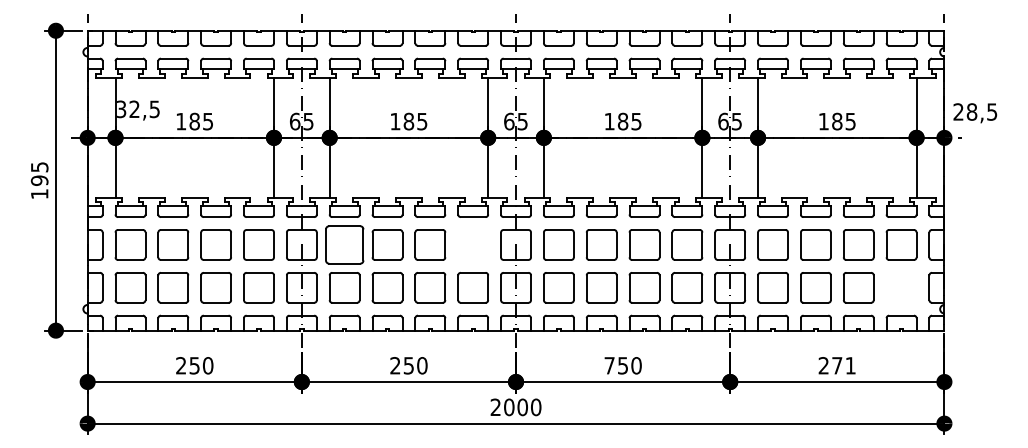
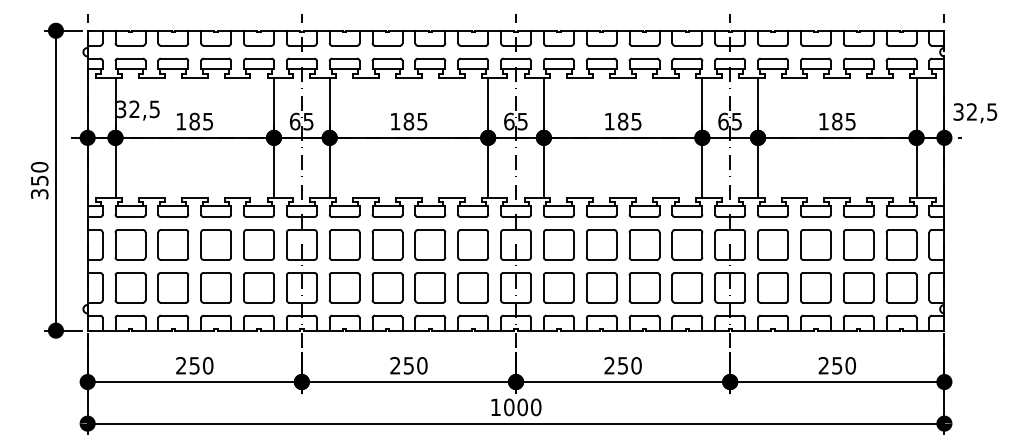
text at (965, 111): 28,5 -> 32,5
text at (39, 180): 195 -> 350
part at (344, 244) size: 40x40 px -> 33x32 px
part at (472, 244): none -> present
part at (901, 287): none -> present
text at (609, 365): 750 -> 250
text at (844, 365): 271 -> 250
text at (495, 406): 2000 -> 1000
